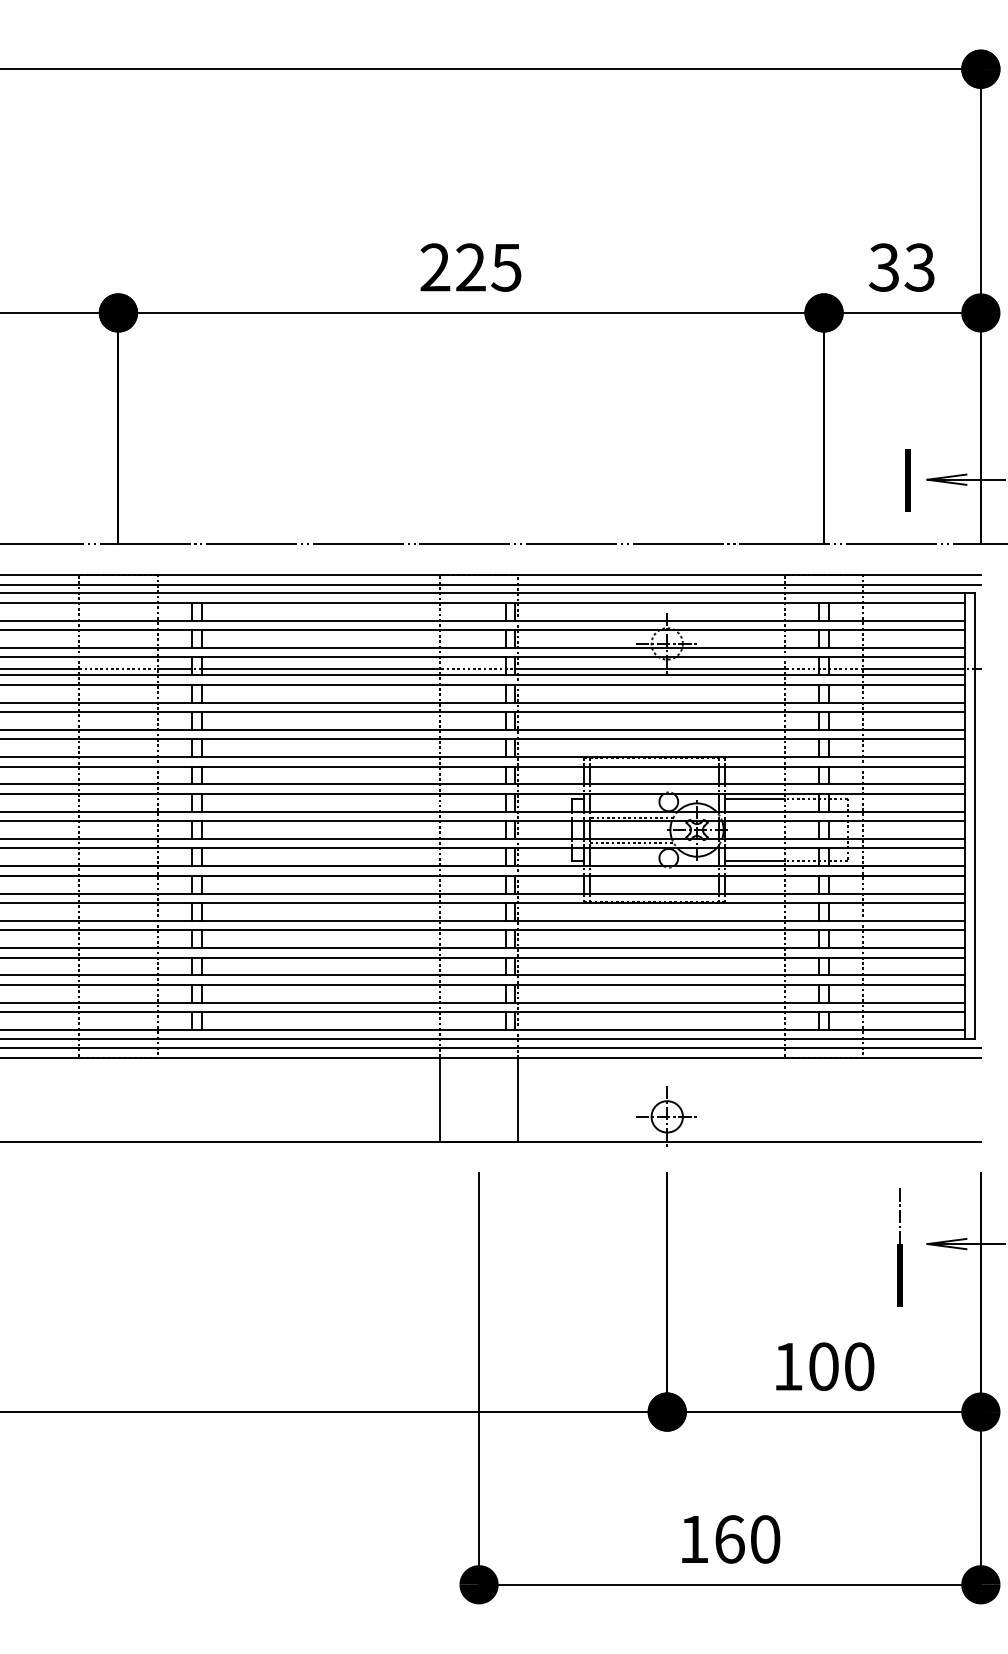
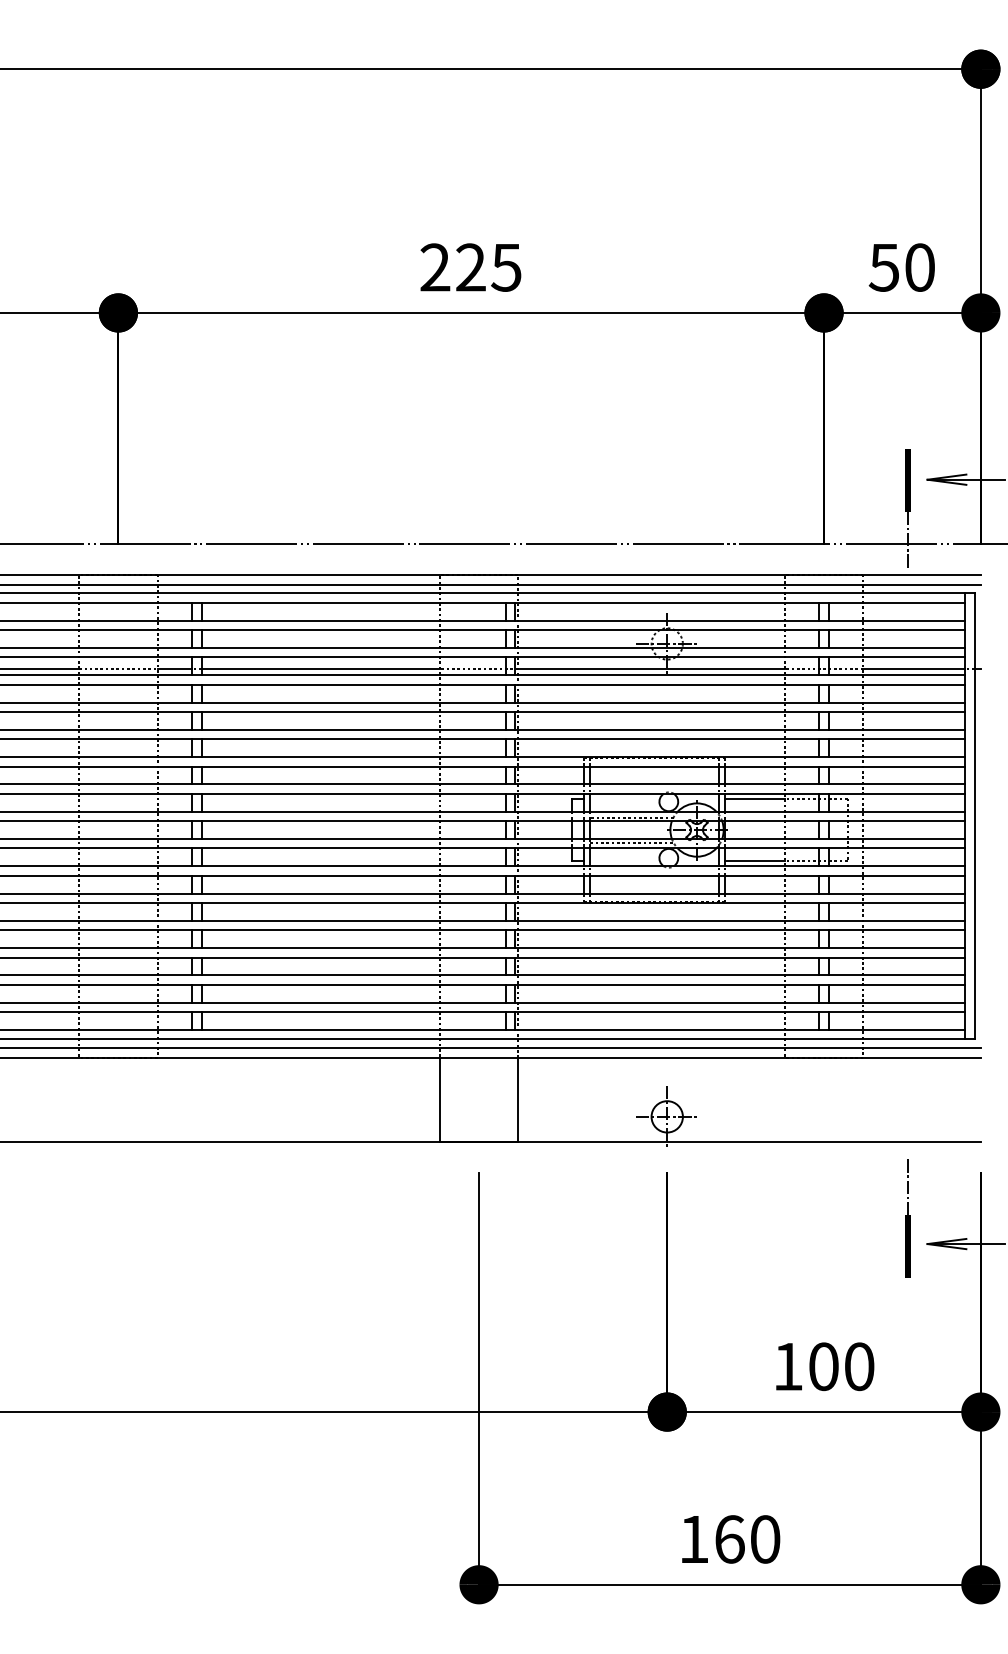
text at (901, 267): 33 -> 50
line at (908, 540): none -> present
part at (899, 1247) position: (899, 1247) -> (907, 1218)
